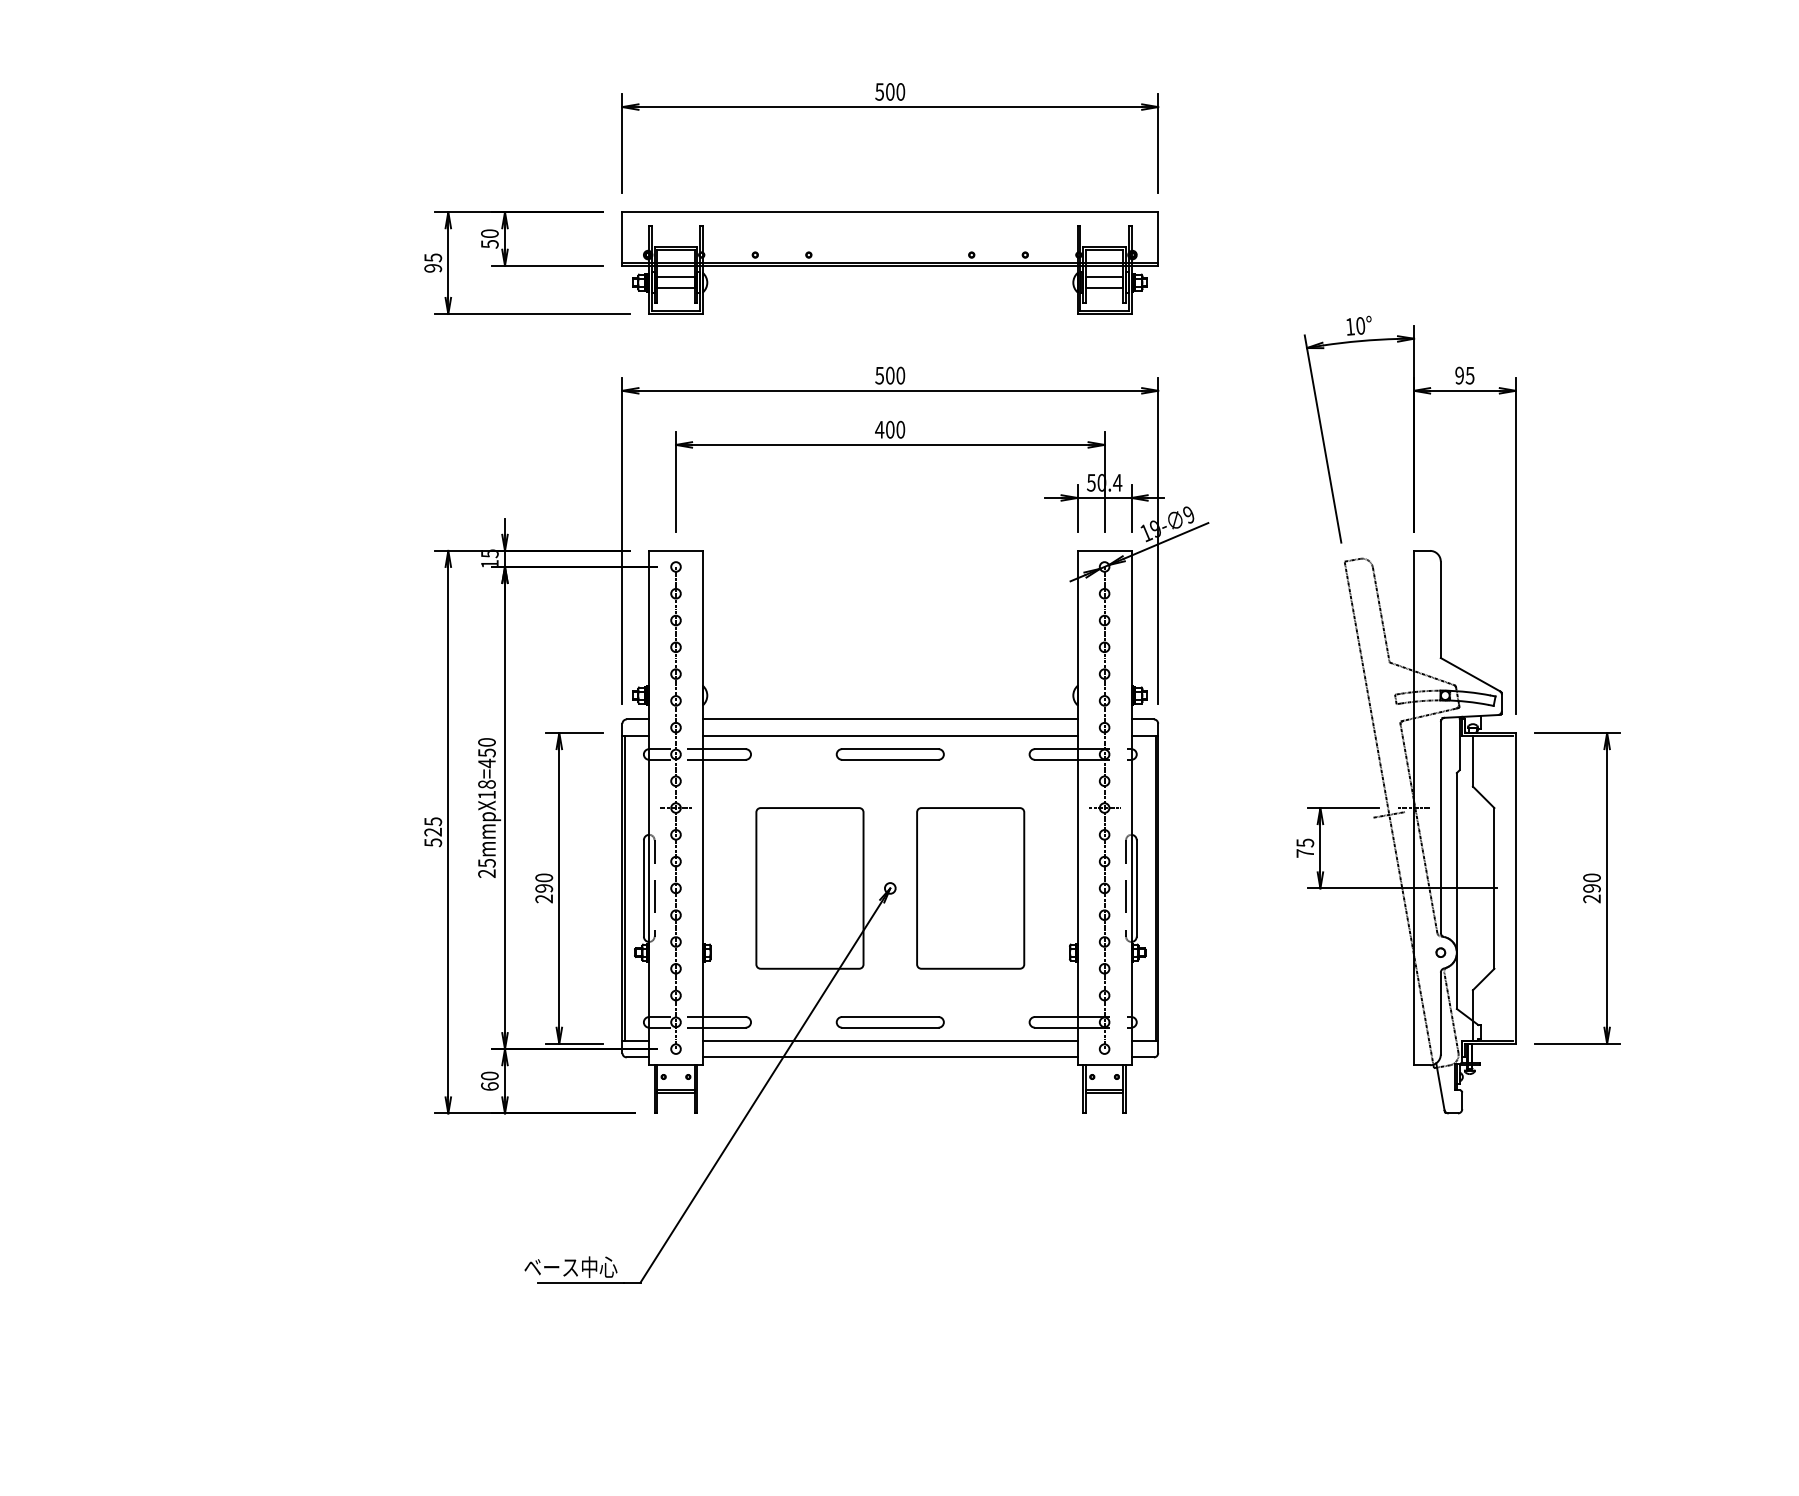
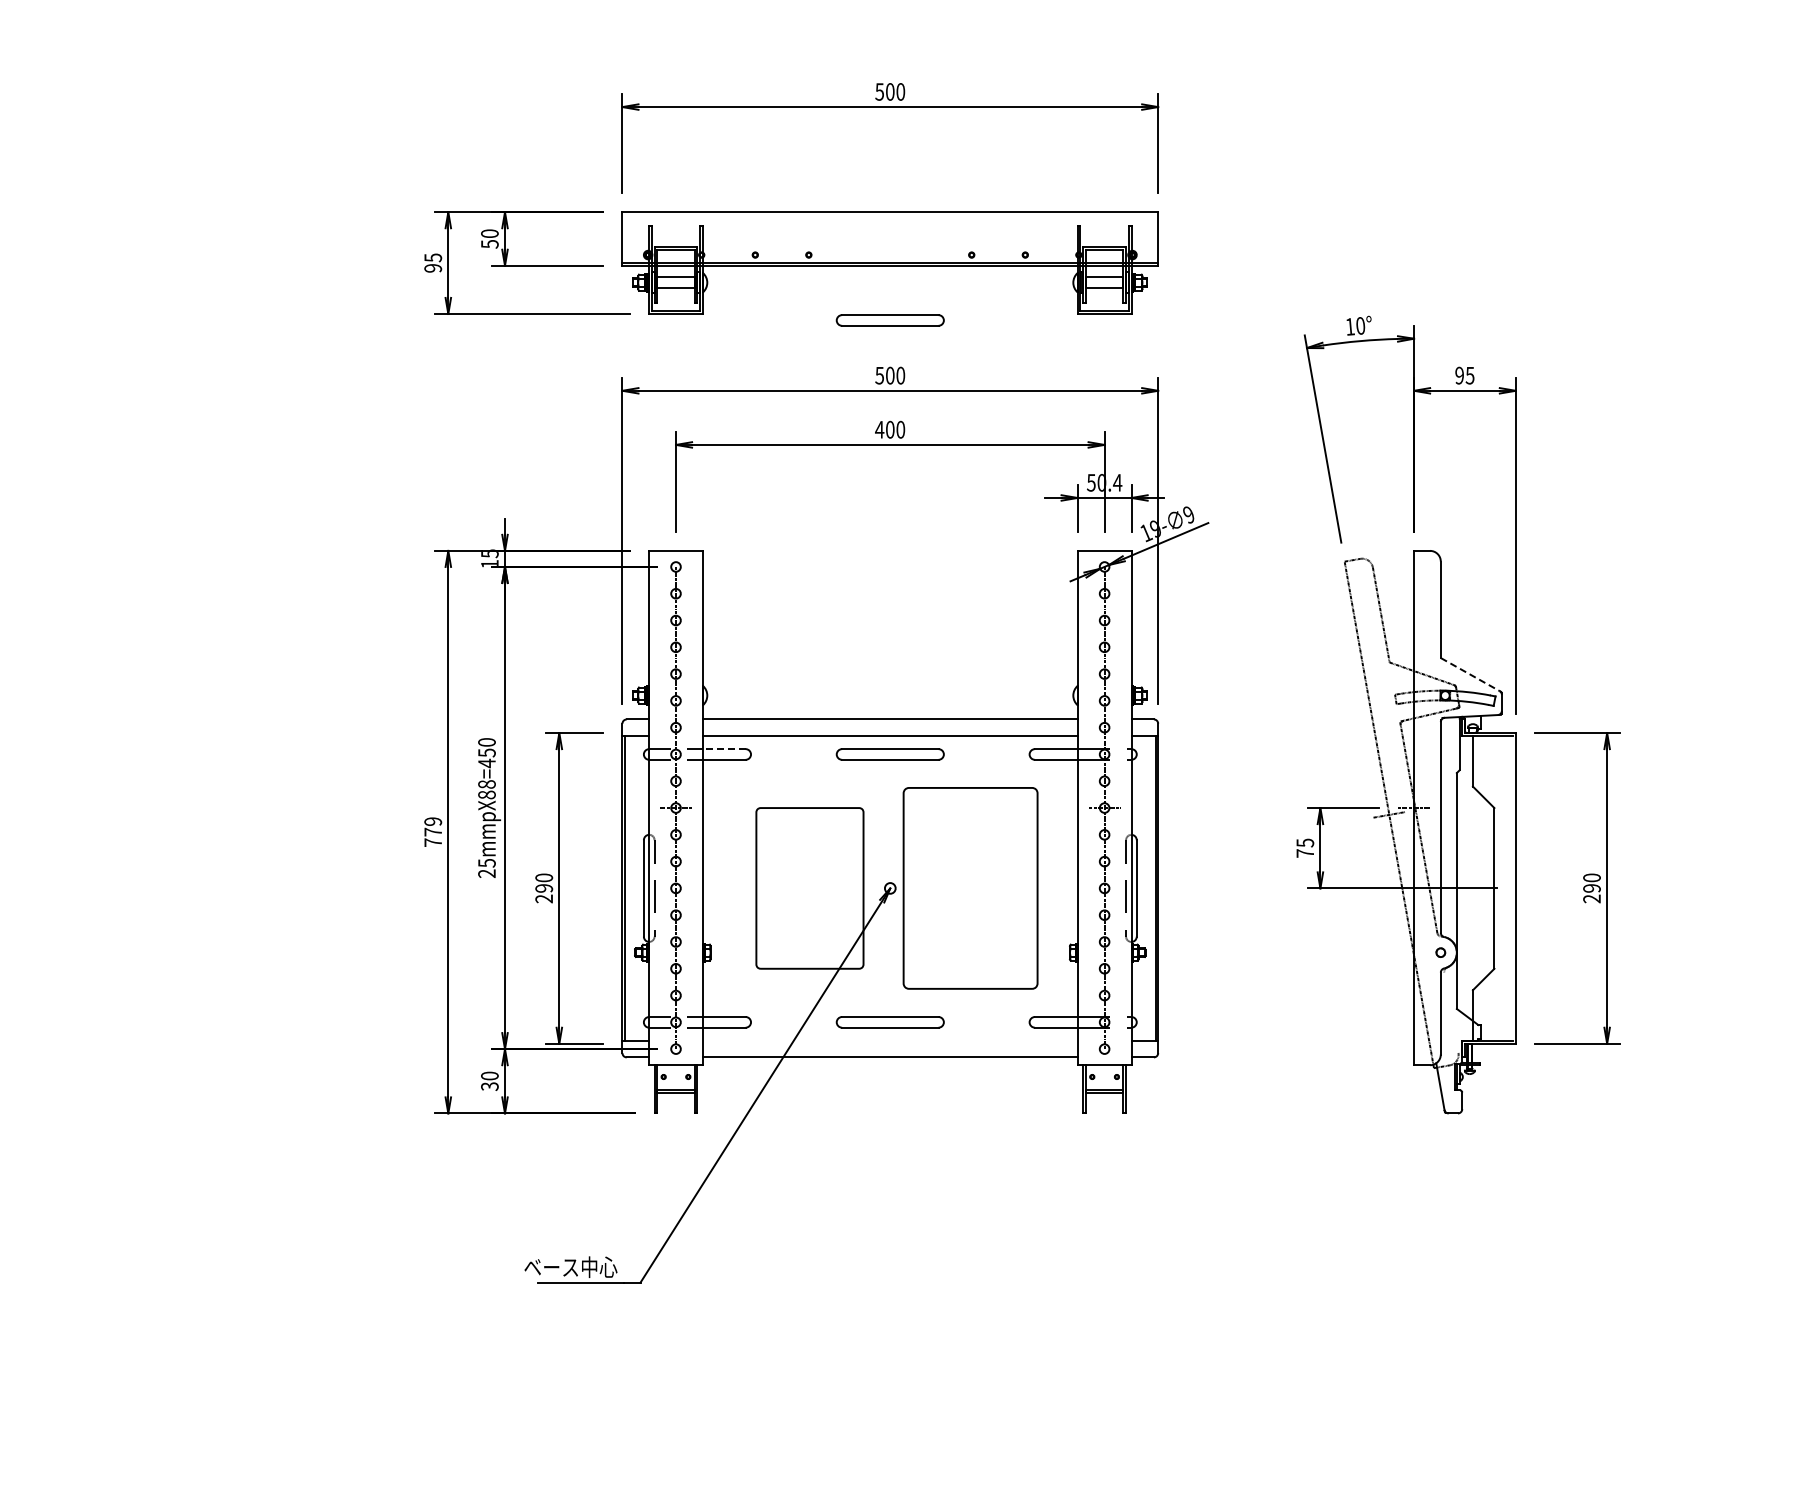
part at (889, 320): none -> present
line at (1470, 674): solid -> dashed
line at (723, 749): solid -> dashed
text at (486, 794): 25mmpX18=450 -> 25mmpX88=450
text at (433, 832): 525 -> 779
part at (970, 888) size: 110x163 px -> 137x203 px
line at (1451, 1012): present -> none
line at (890, 1041): present -> none
text at (489, 1086): 60 -> 30
